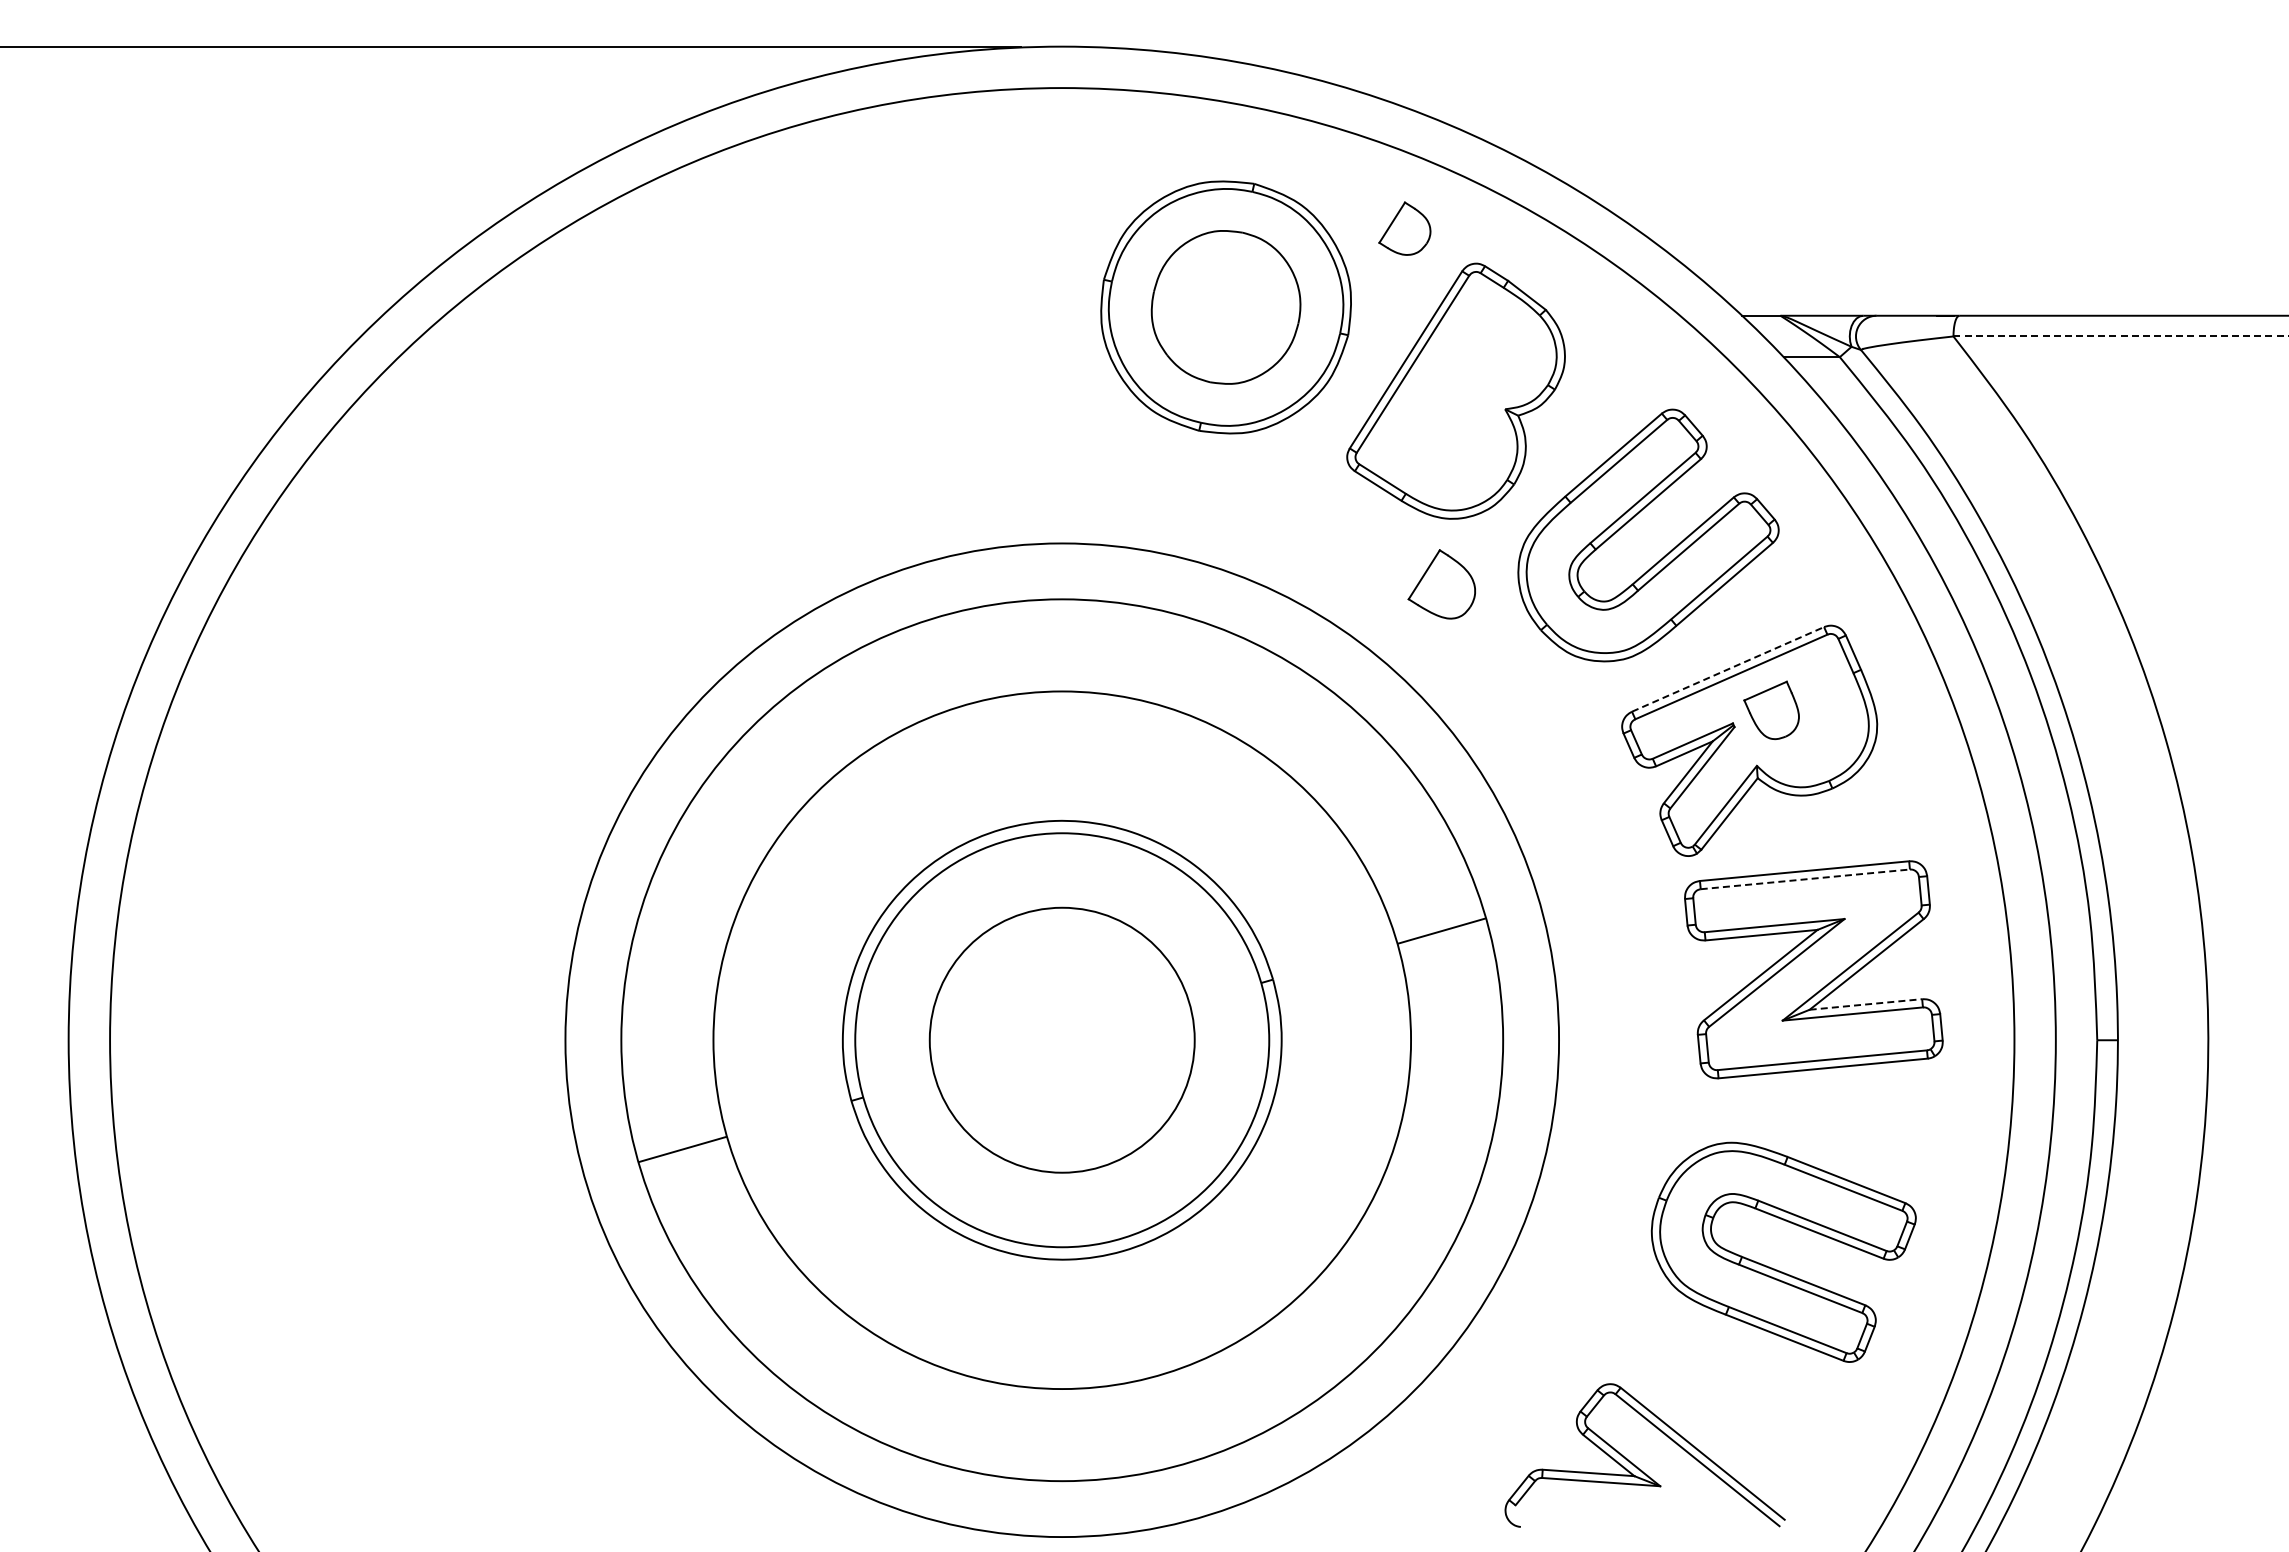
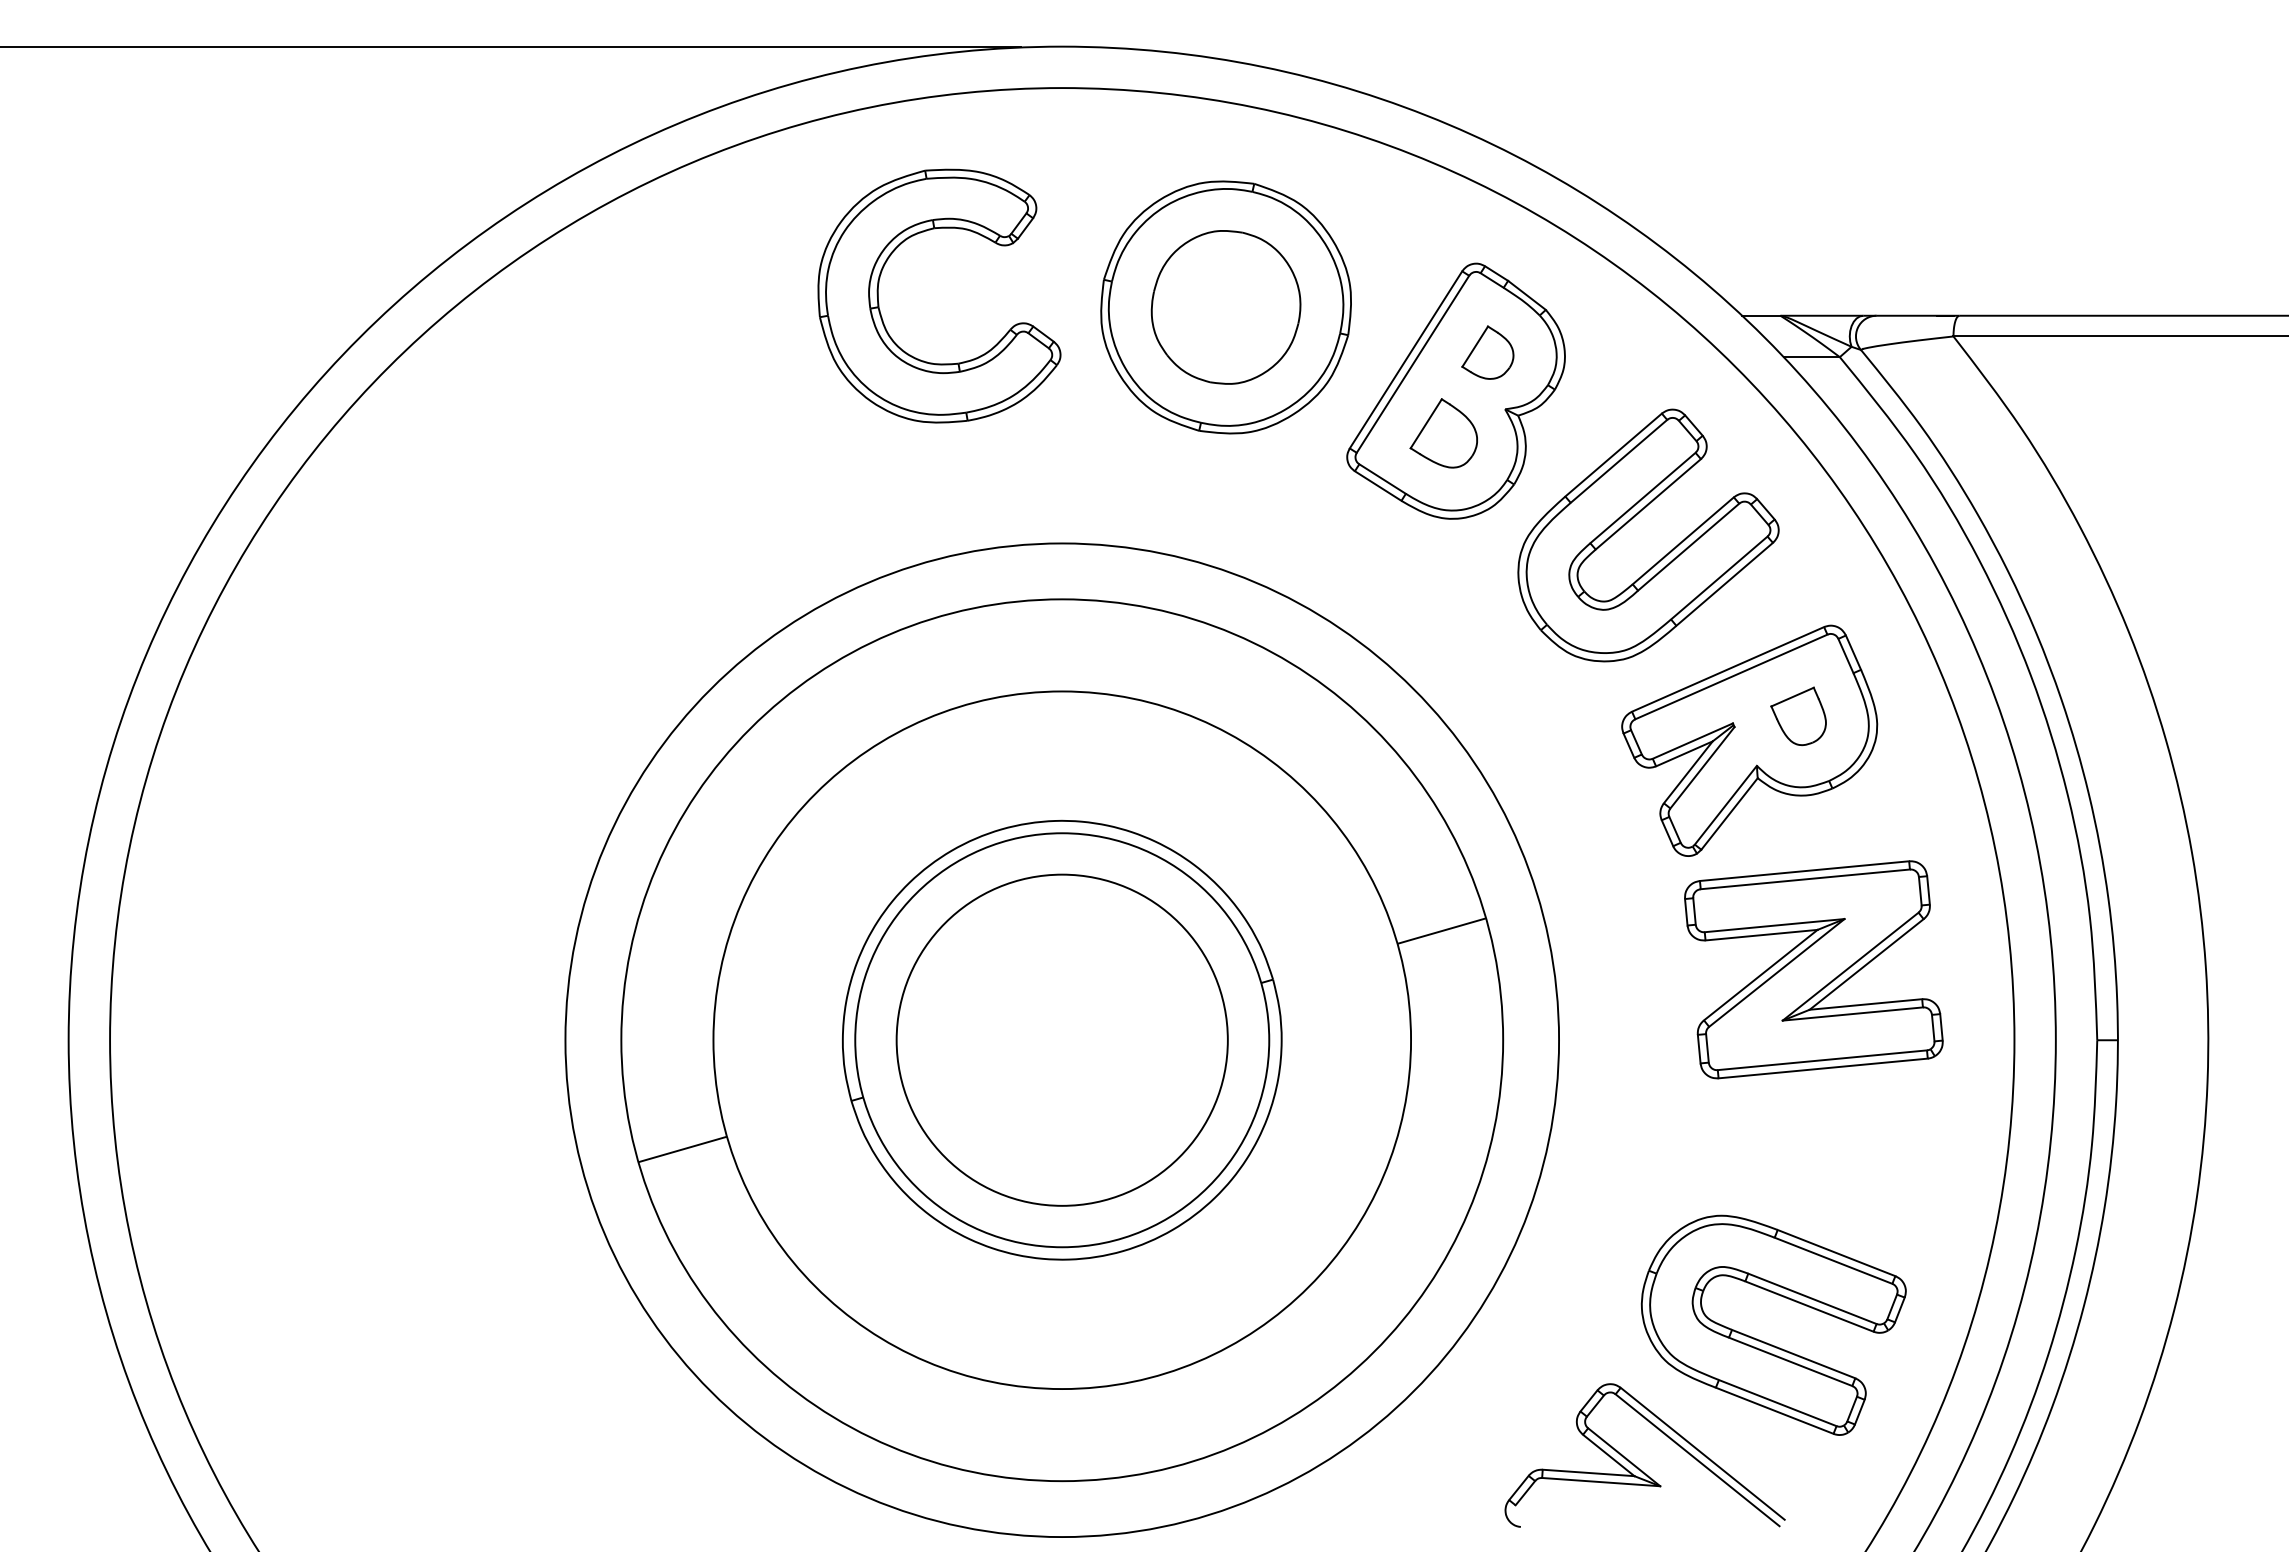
part at (1404, 228) position: (1404, 228) -> (1487, 352)
part at (879, 303): none -> present
line at (2121, 336): dashed -> solid
part at (1441, 584) position: (1441, 584) -> (1443, 433)
line at (1728, 669): dashed -> solid
part at (1771, 710) position: (1771, 710) -> (1798, 716)
line at (1805, 879): dashed -> solid
line at (1865, 1004): dashed -> solid
circle at (1061, 1039) diameter: 265 px -> 331 px
part at (1777, 1269) position: (1777, 1269) -> (1767, 1342)
